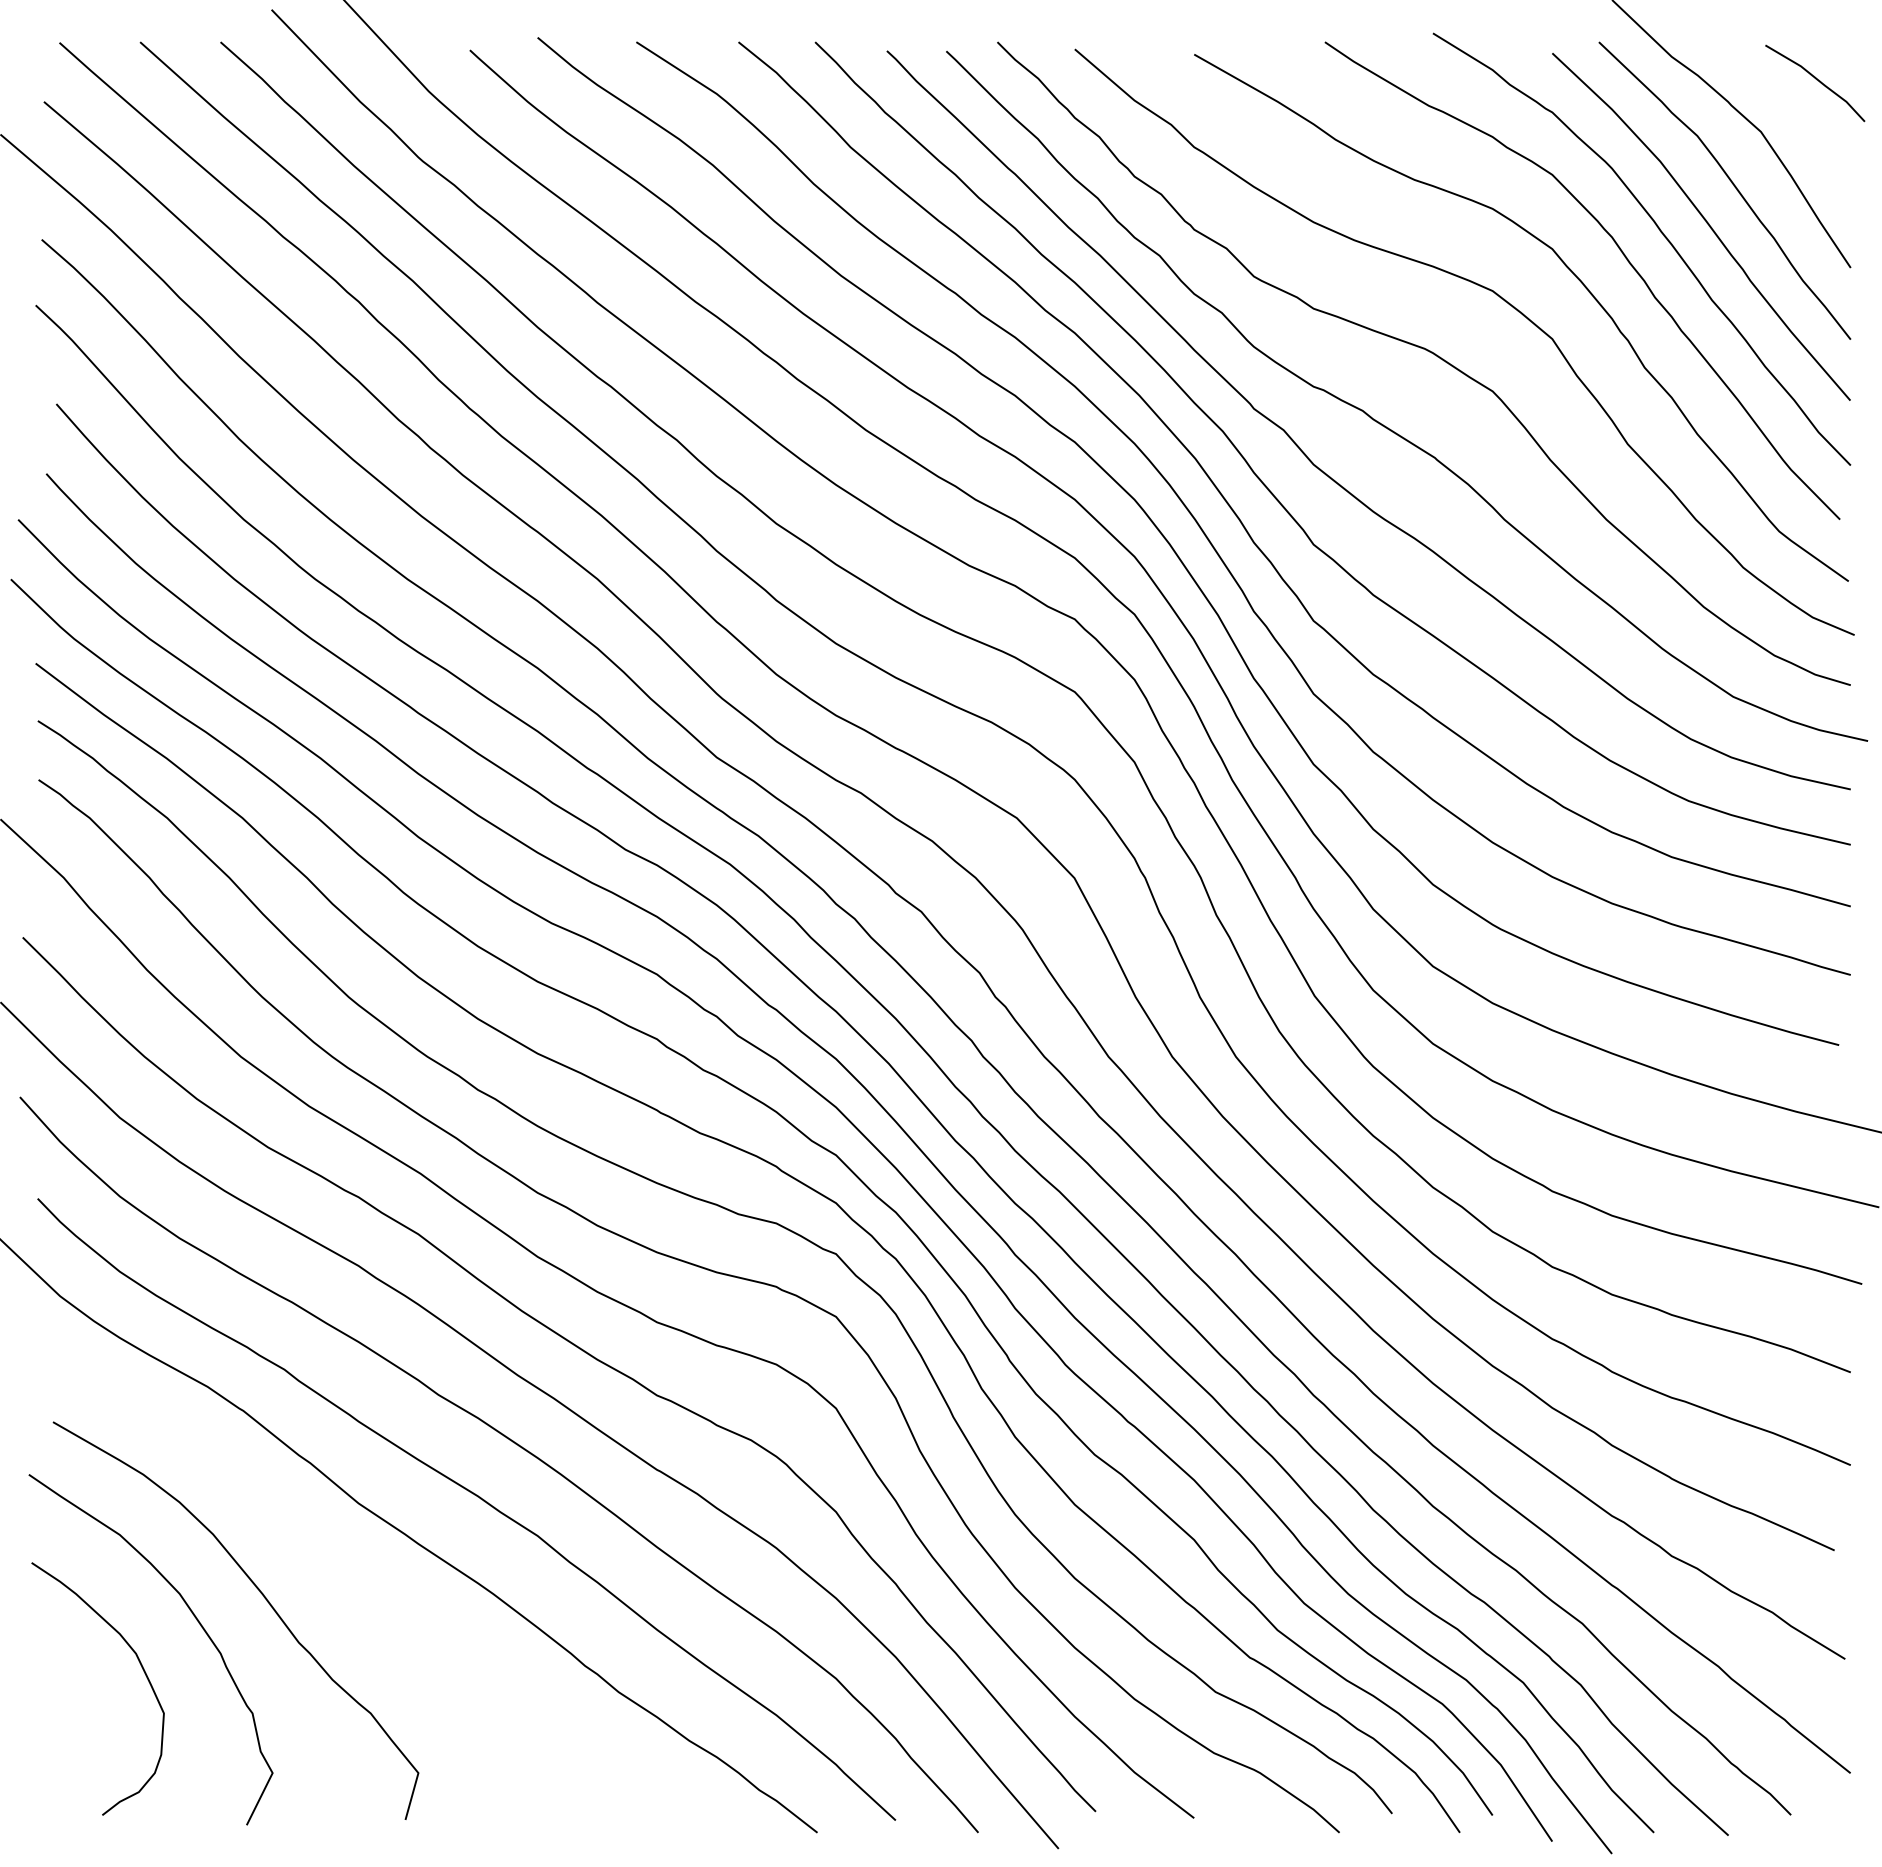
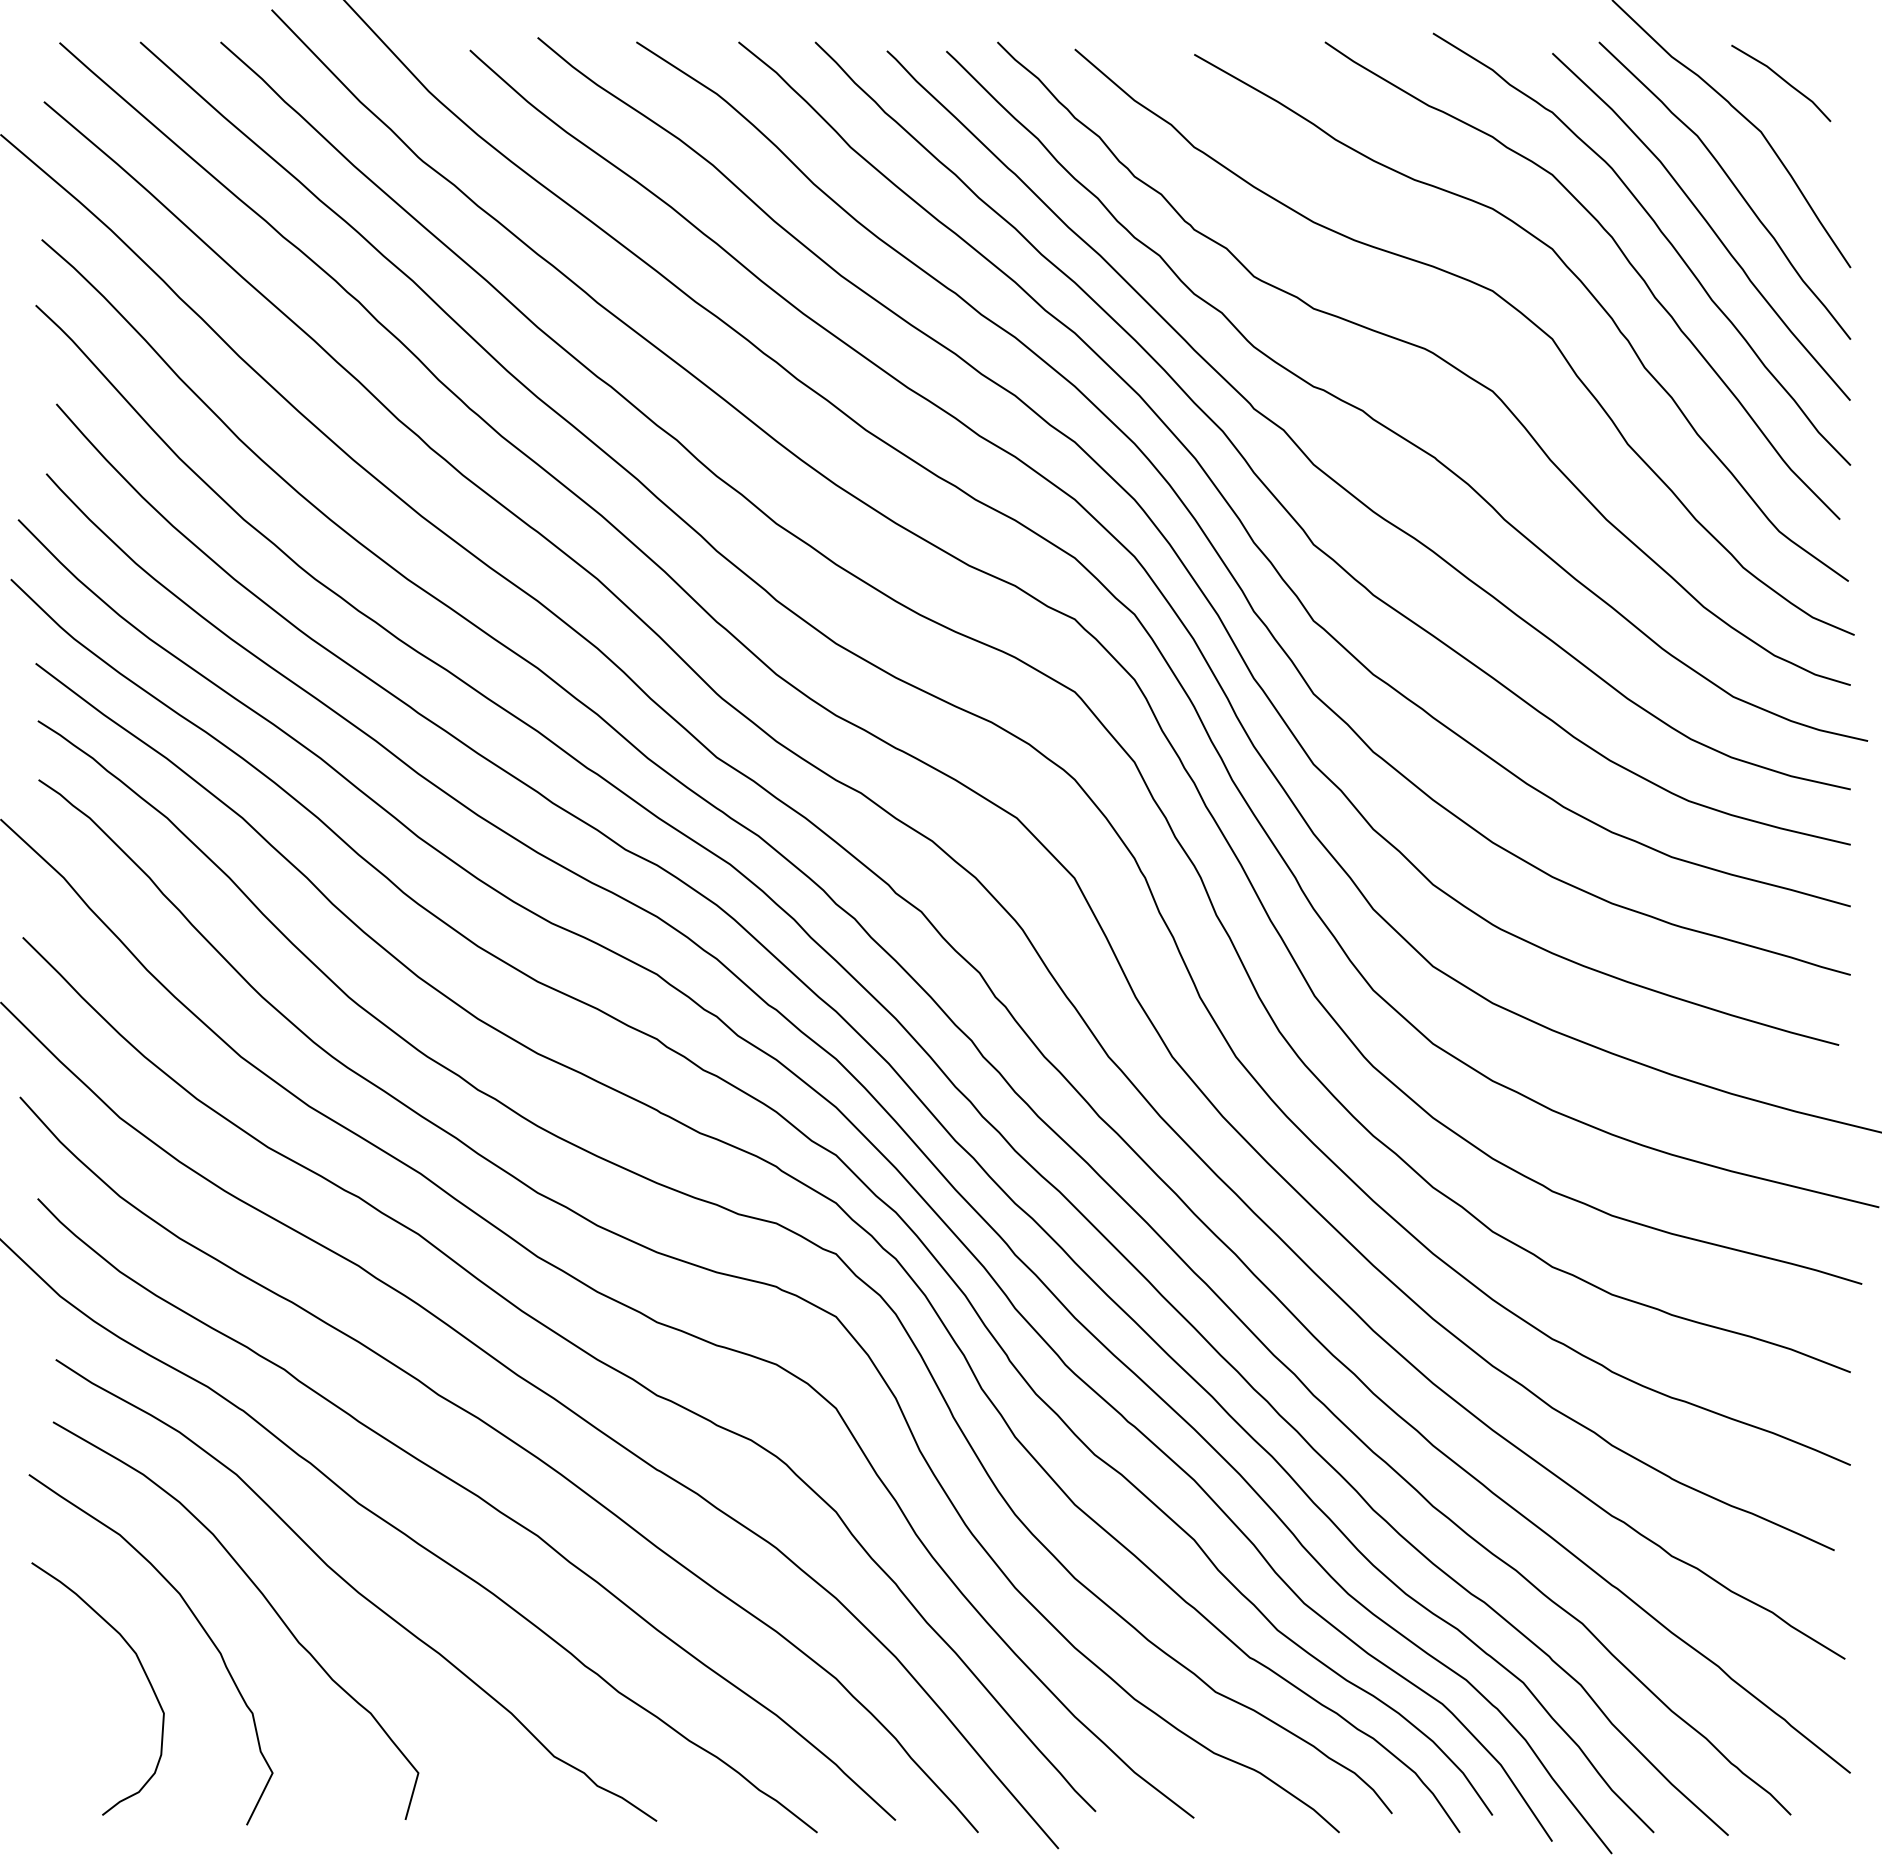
line at (1816, 80) position: (1816, 80) -> (1782, 80)
curve at (356, 1590): none -> present
